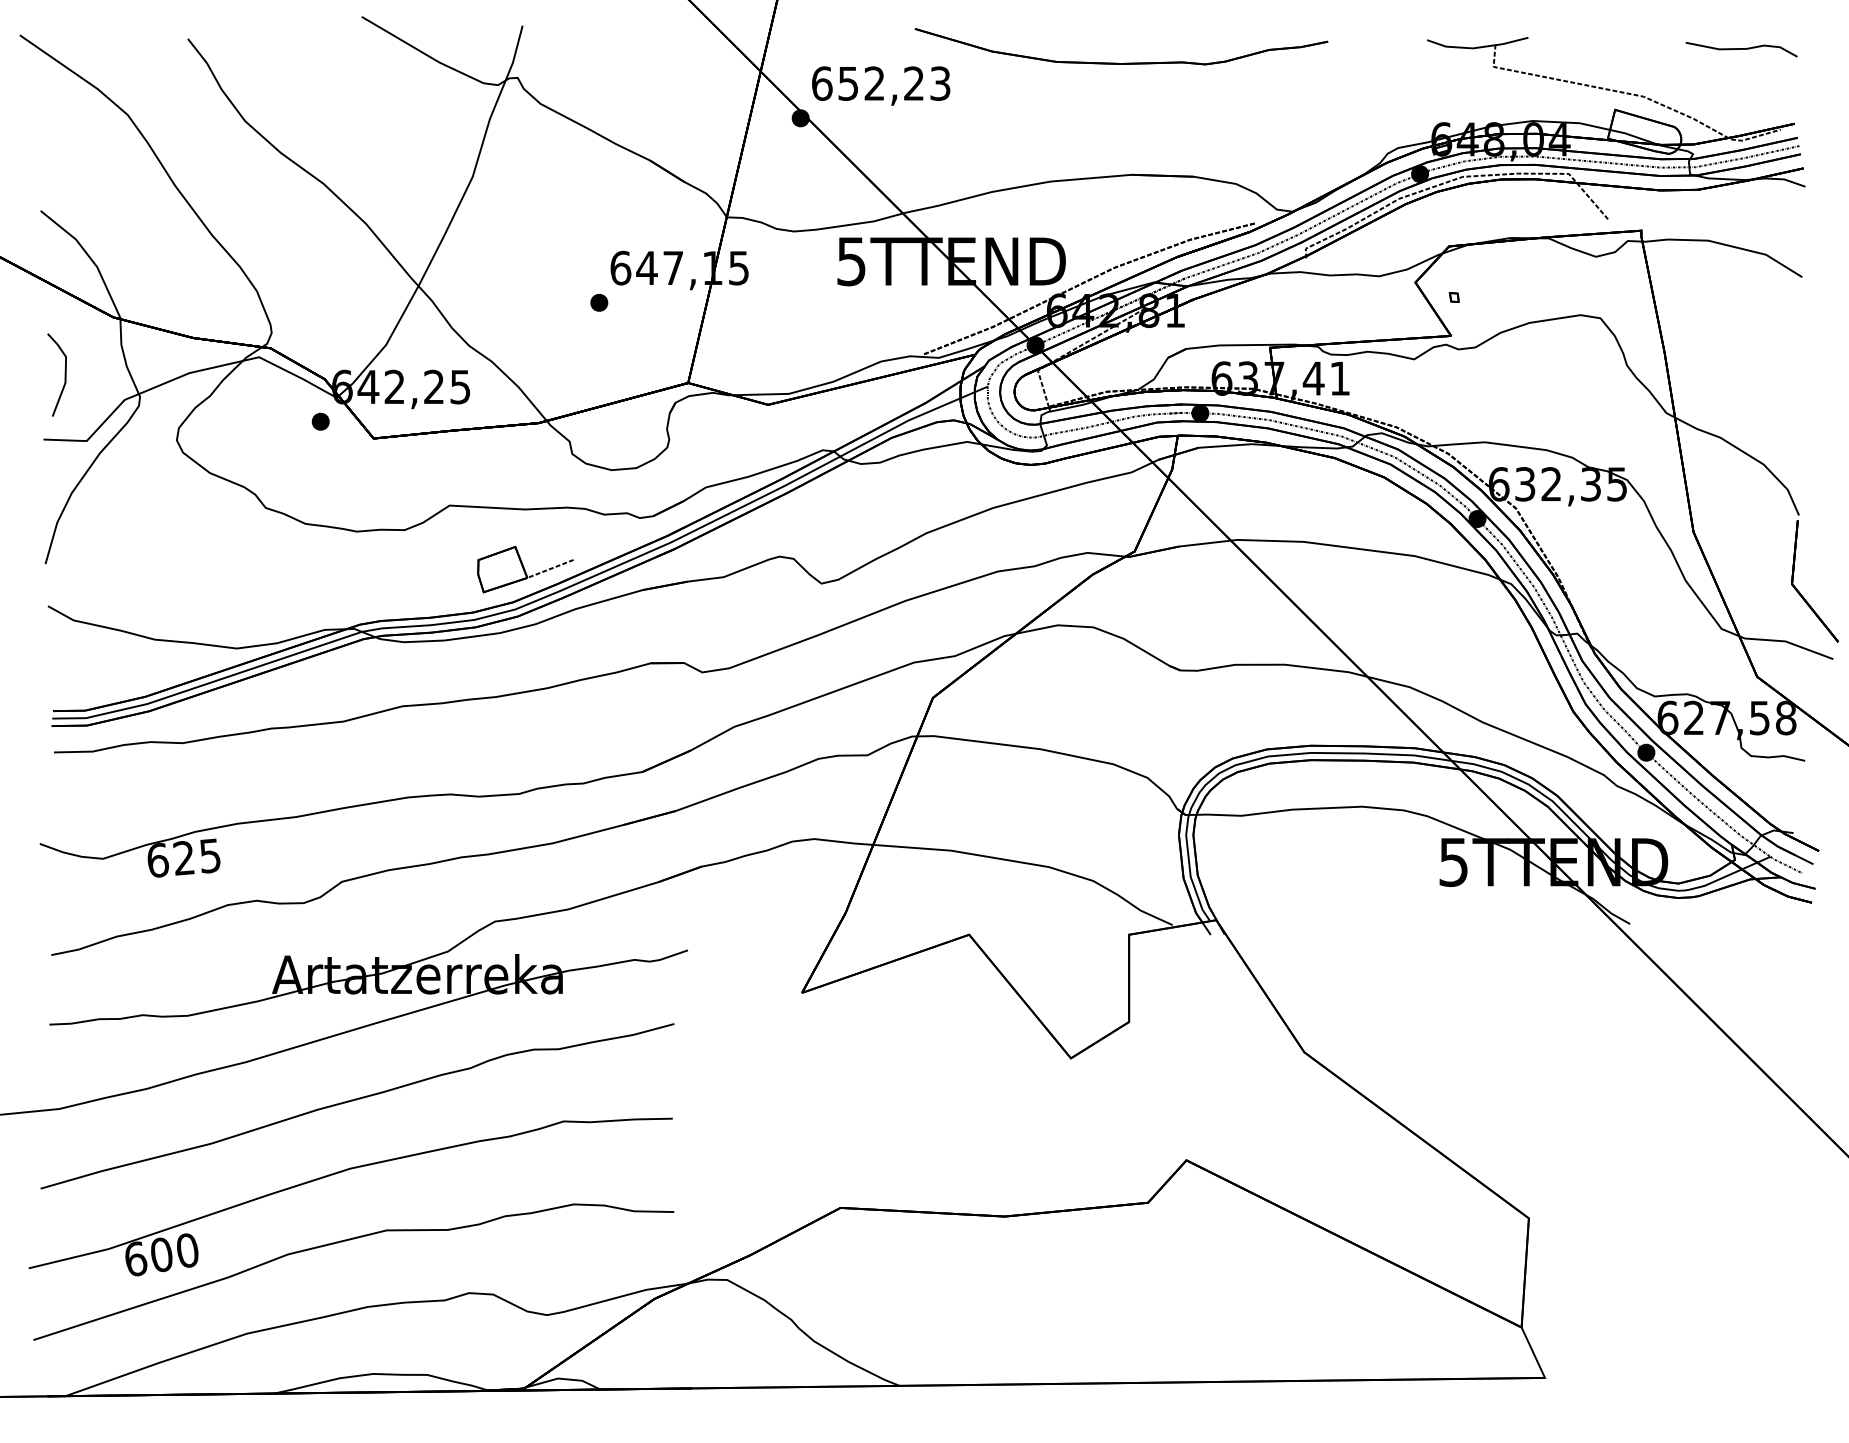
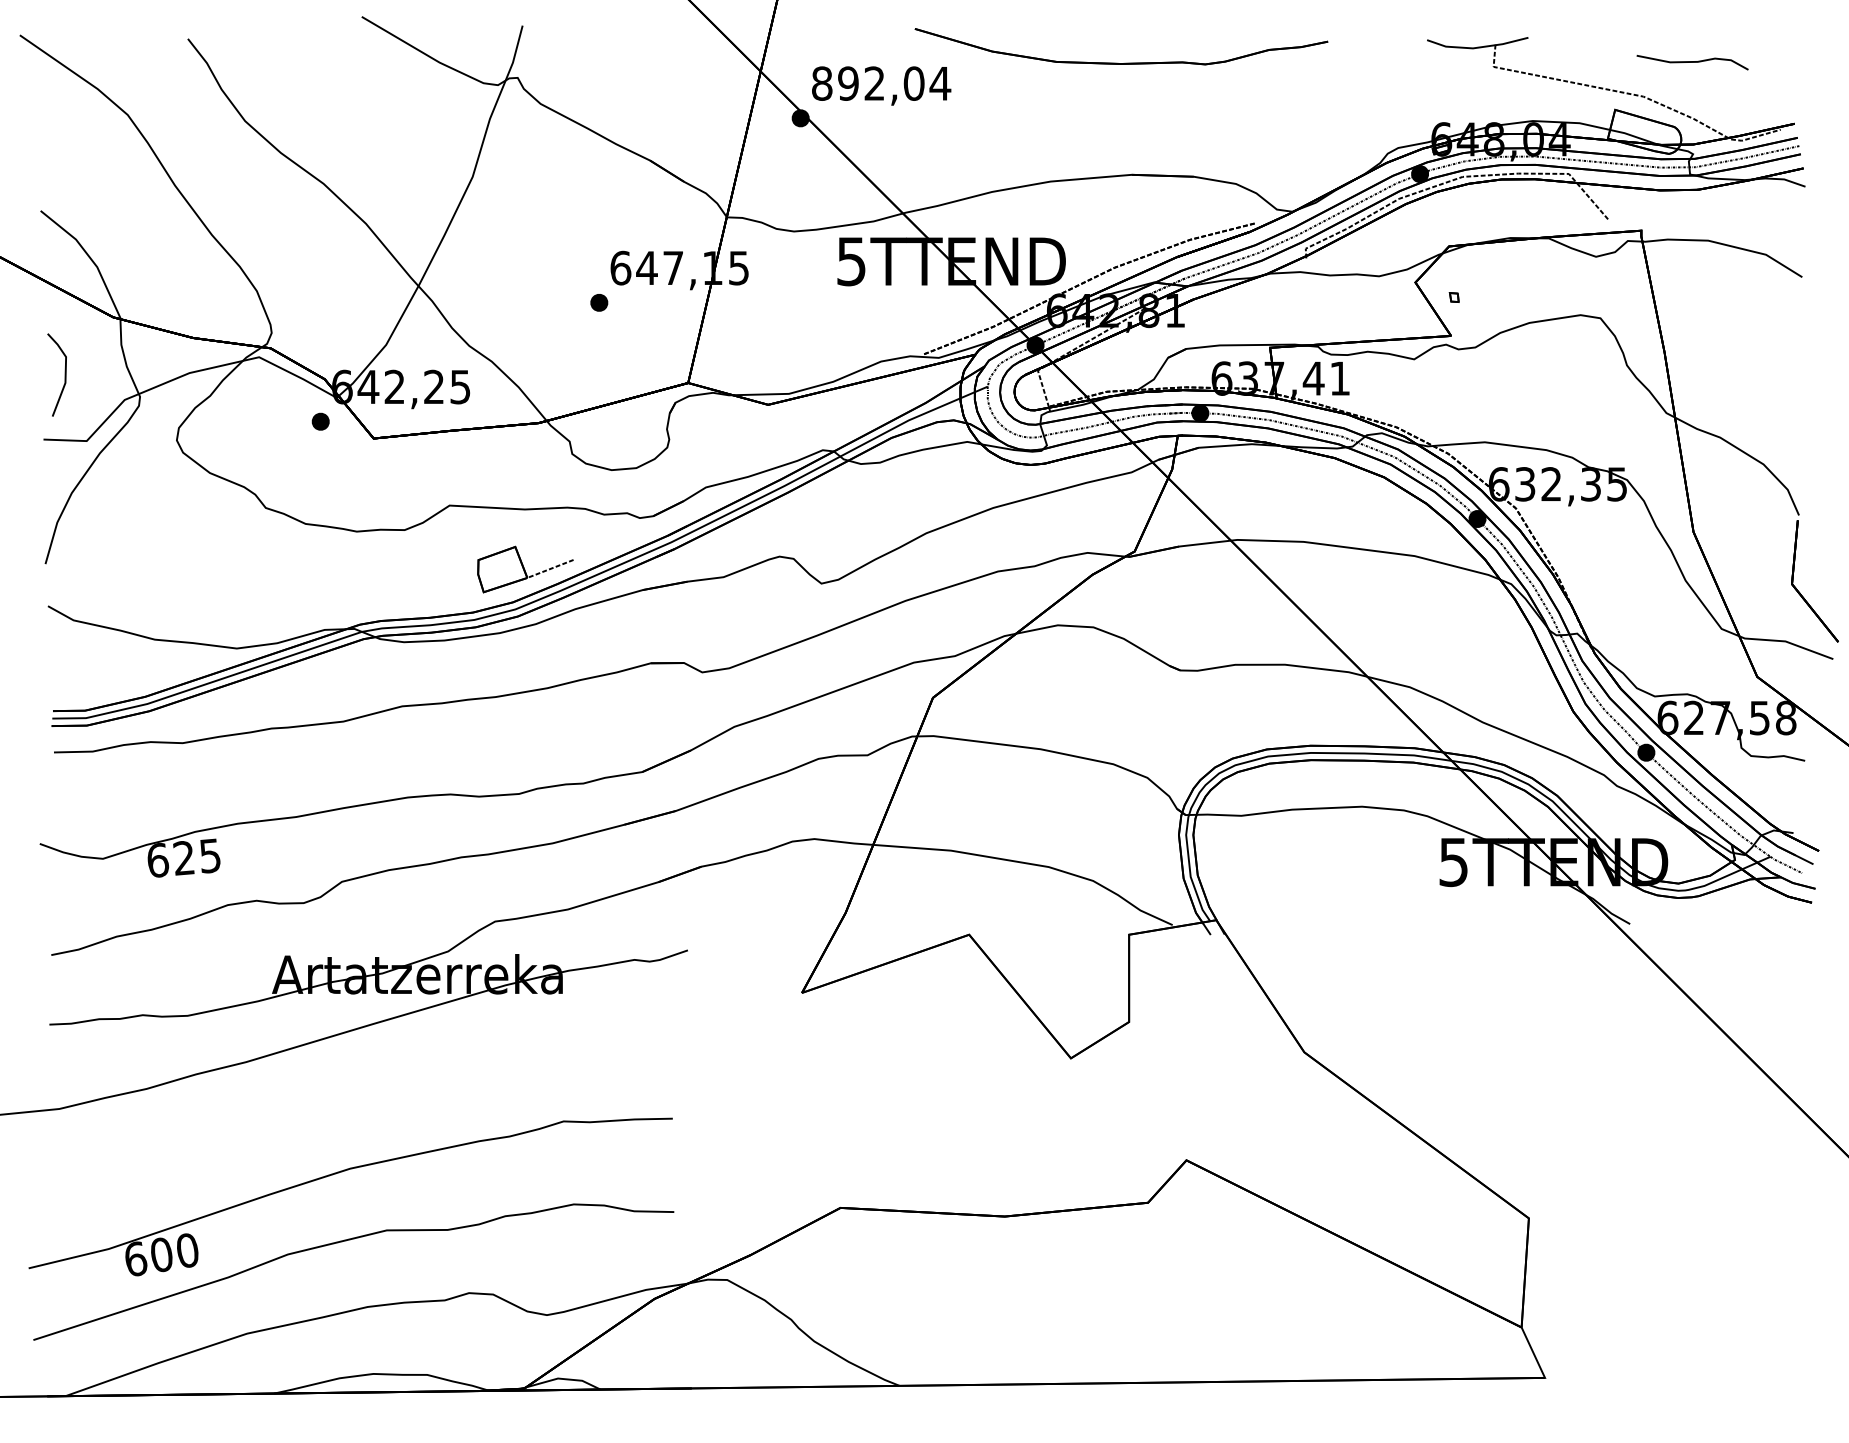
curve at (1741, 49) position: (1741, 49) -> (1692, 62)
text at (881, 83): 652,23 -> 892,04
part at (356, 1100): present -> none
